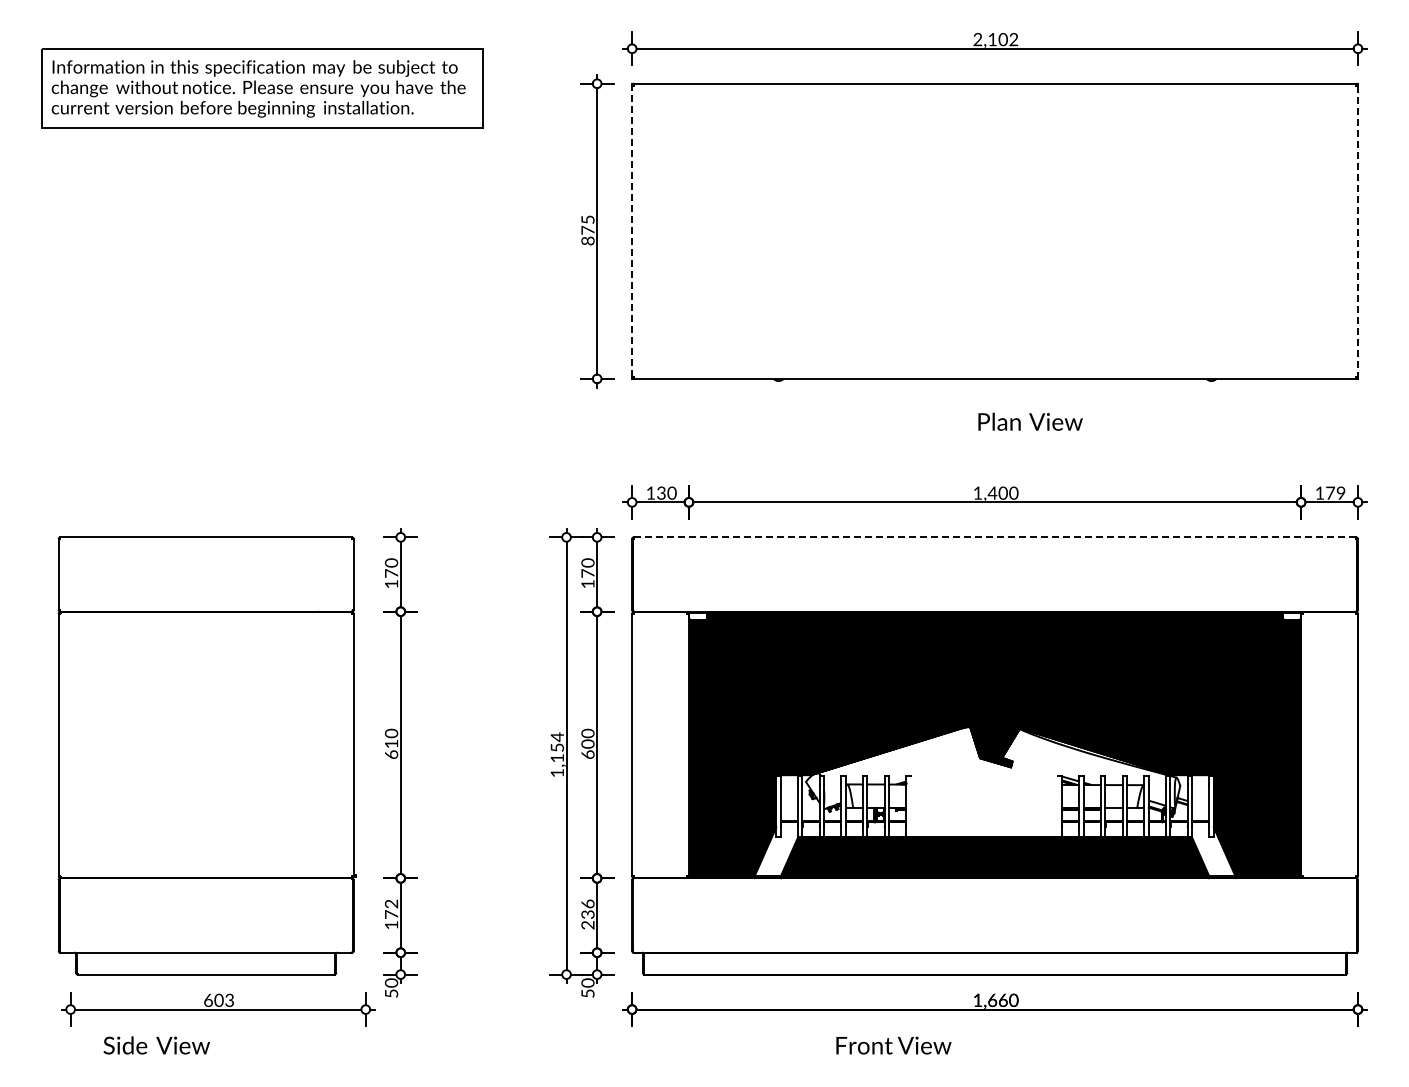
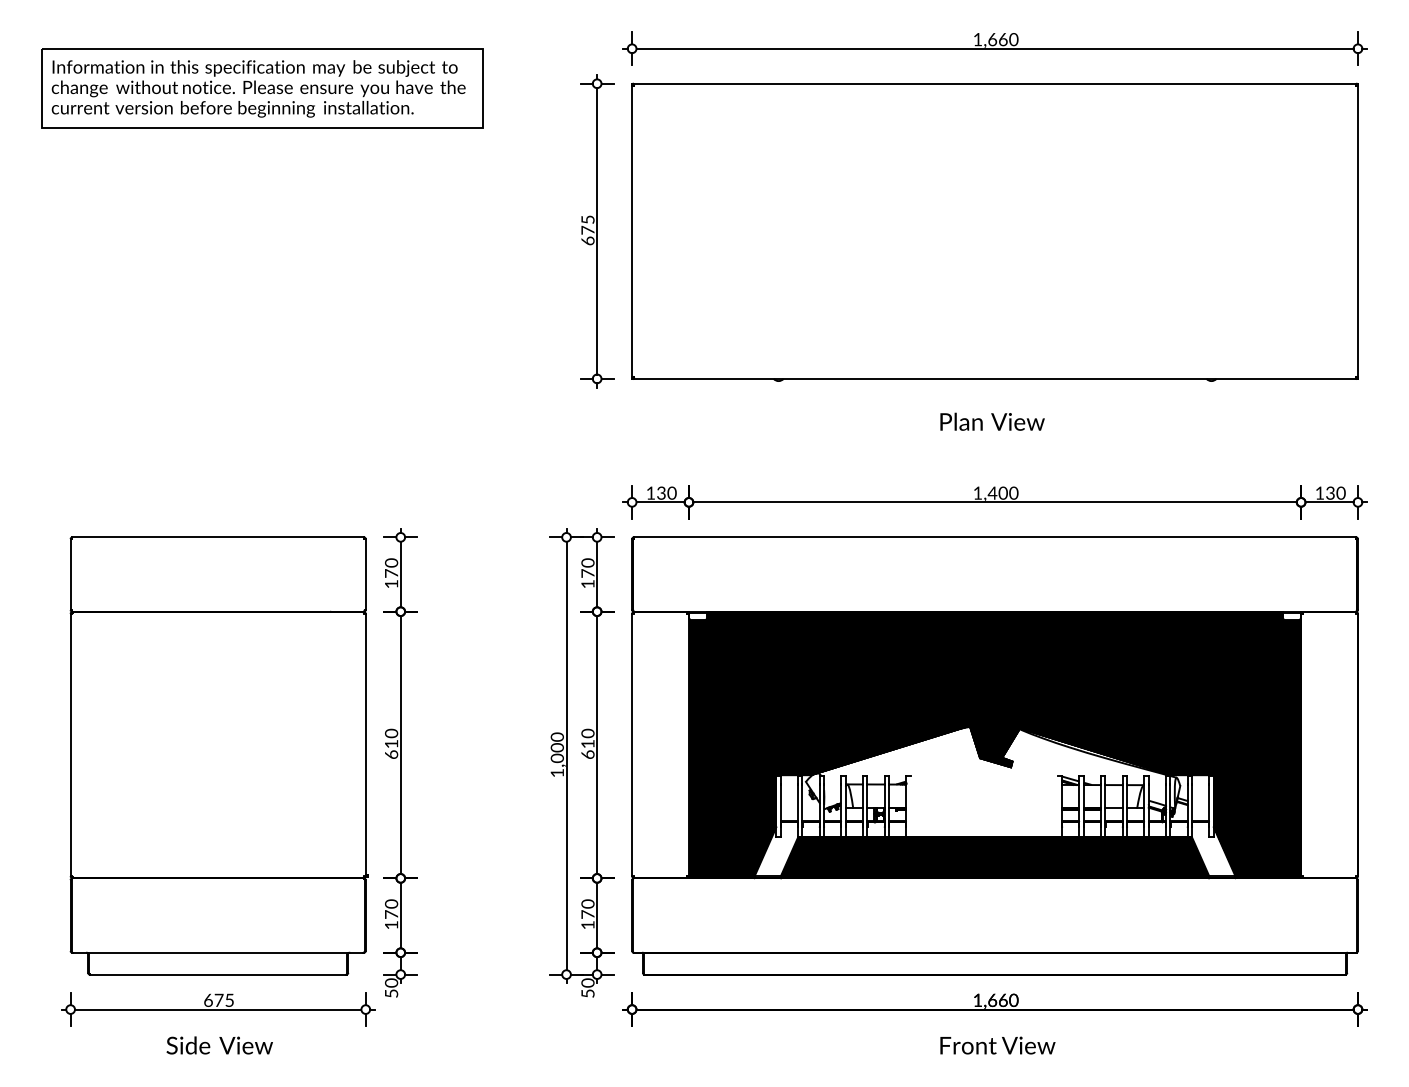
text at (995, 39): 2,102 -> 1,660
line at (632, 231): dashed -> solid
line at (1357, 231): dashed -> solid
text at (587, 240): 875 -> 675
text at (1030, 421) position: (1030, 421) -> (992, 421)
text at (1335, 492): 179 -> 130
line at (995, 537): dashed -> solid
text at (587, 743): 600 -> 610
text at (556, 747): 1,154 -> 1,000
part at (206, 755) position: (206, 755) -> (218, 755)
text at (391, 903): 172 -> 170
text at (587, 914): 236 -> 170
text at (223, 999): 603 -> 675
text at (156, 1045) position: (156, 1045) -> (219, 1045)
text at (893, 1045) position: (893, 1045) -> (997, 1045)
